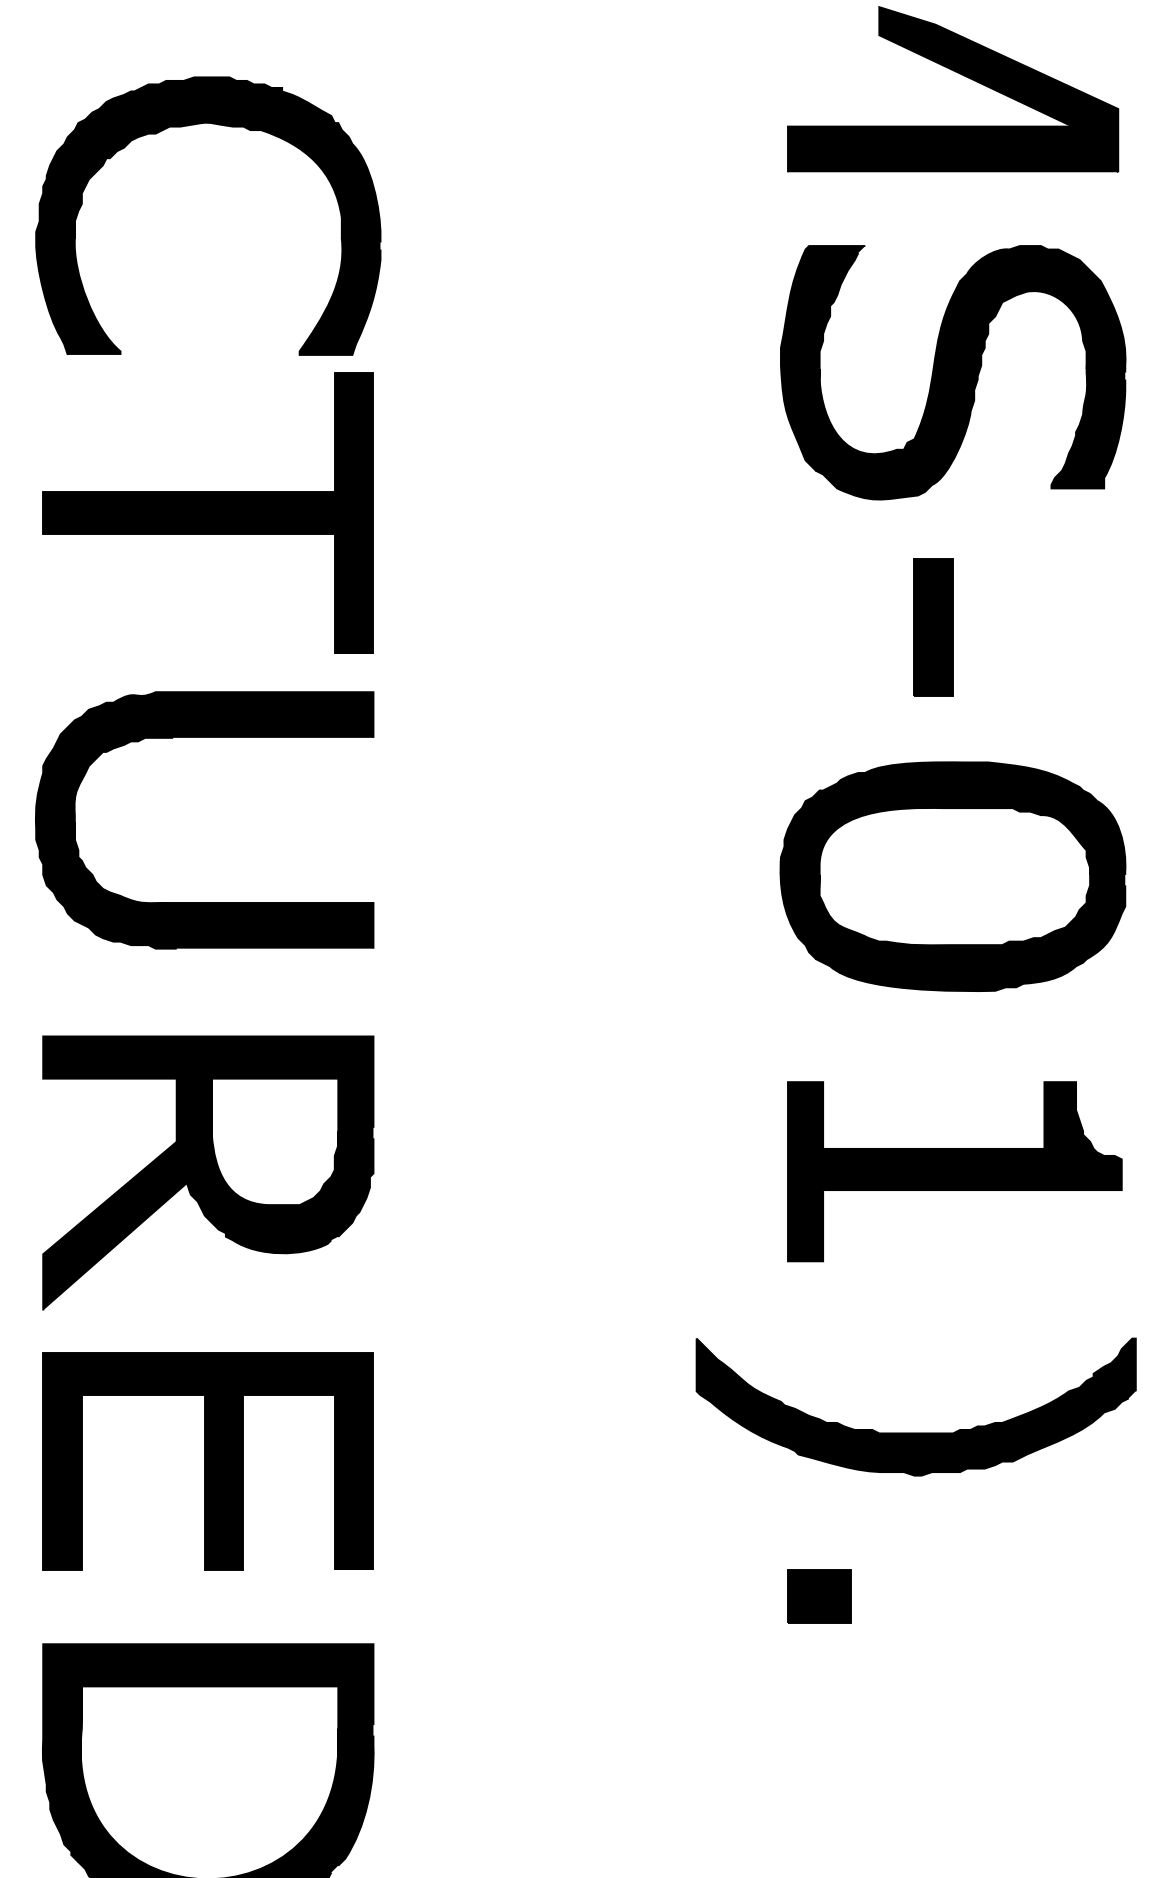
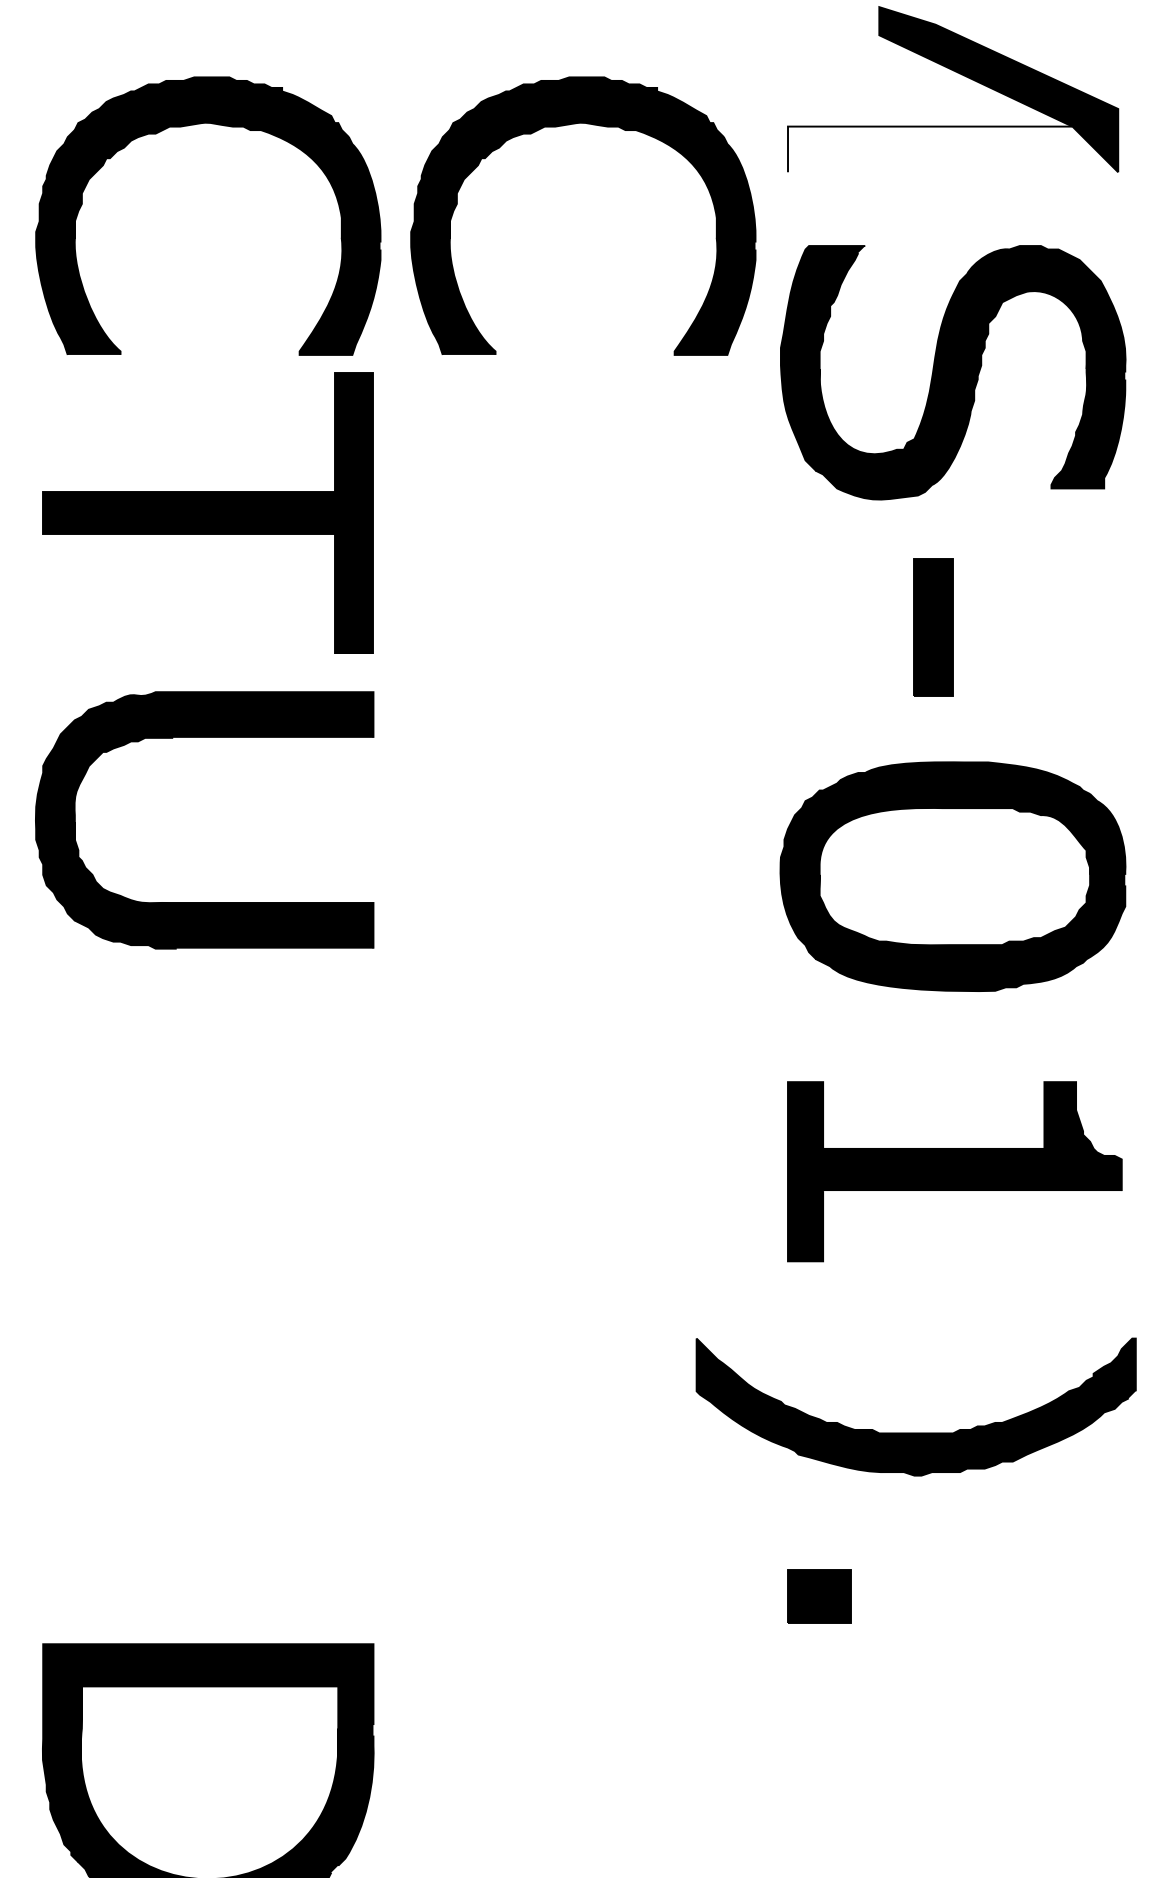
part at (599, 126): none -> present
fill at (952, 149): present -> none
part at (208, 1172): present -> none
part at (207, 1461): present -> none
